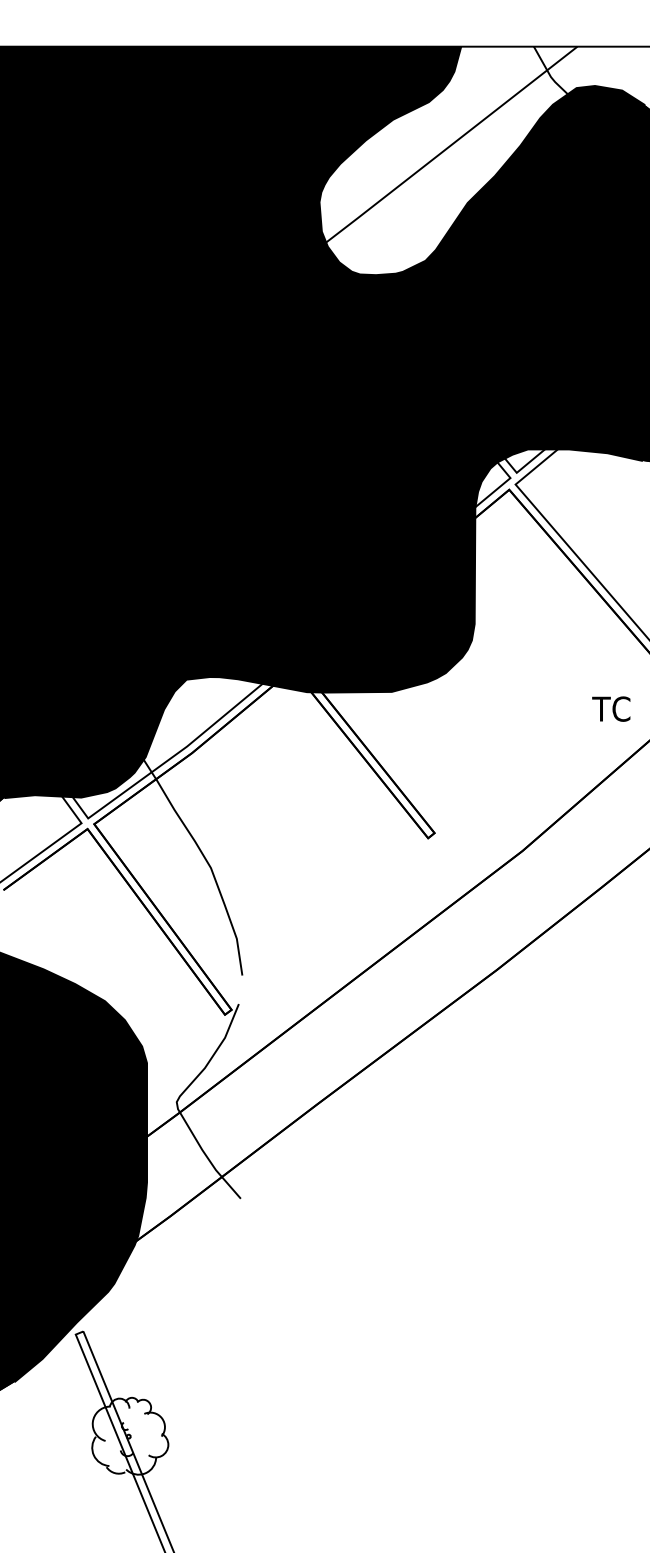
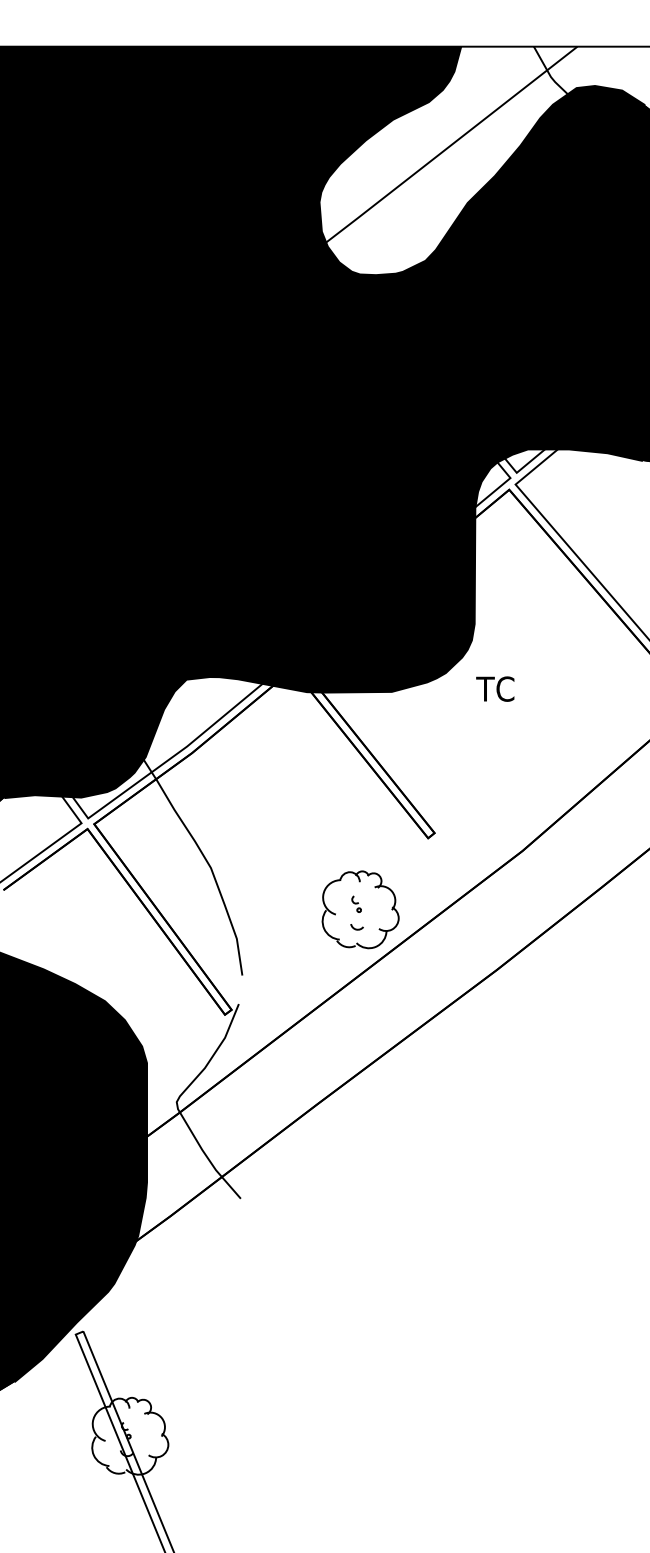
text at (611, 708) position: (611, 708) -> (495, 688)
part at (360, 909): none -> present
